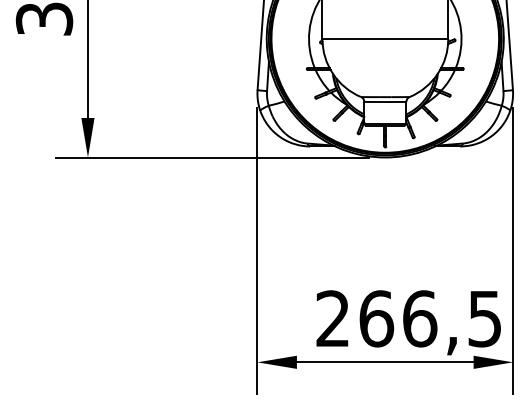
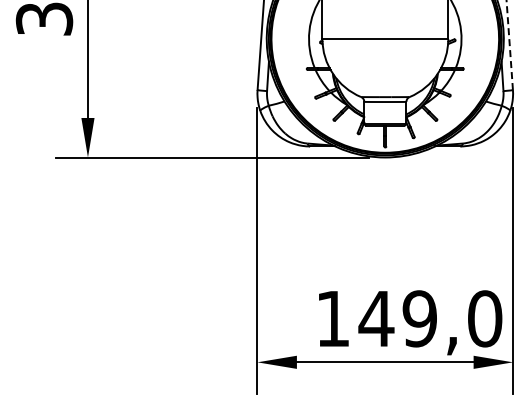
line at (509, 45): solid -> dashed
text at (409, 318): 266,5 -> 149,0
